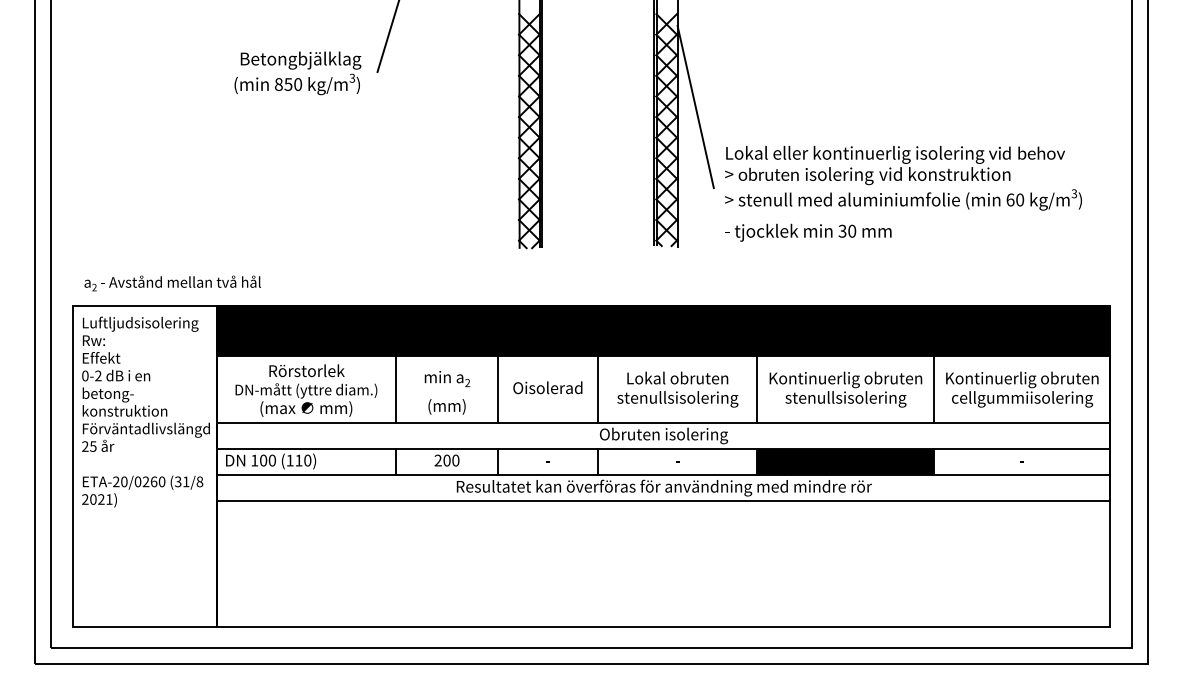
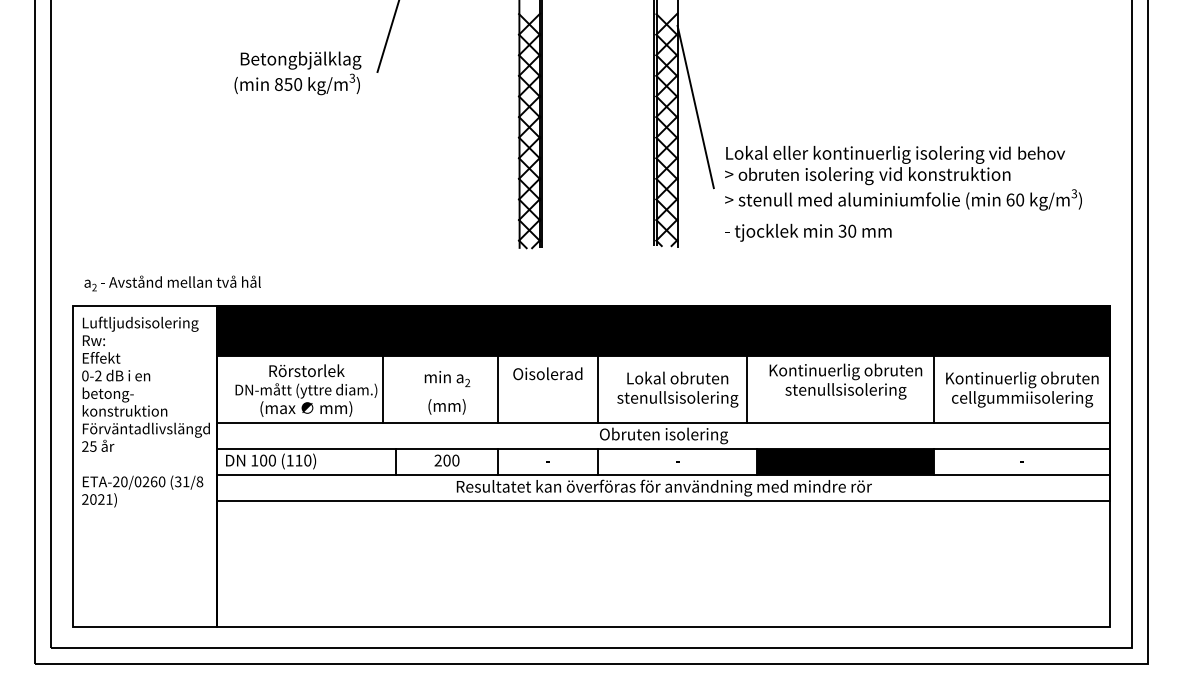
text at (547, 387) position: (547, 387) -> (547, 373)
line at (395, 389) position: (395, 389) -> (382, 389)
line at (757, 389) position: (757, 389) -> (747, 389)
text at (845, 389) position: (845, 389) -> (845, 381)
